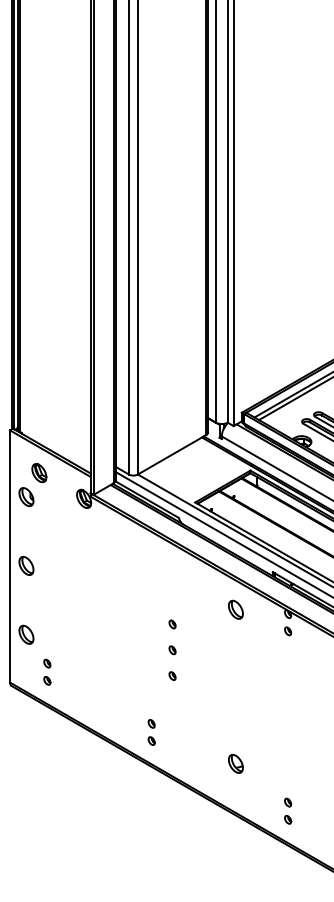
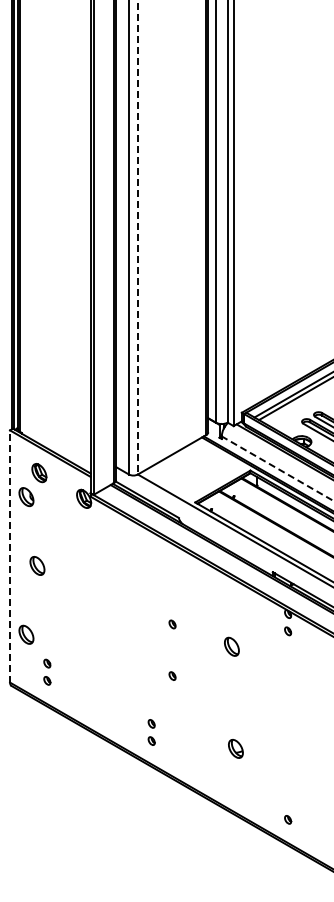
line at (137, 237): solid -> dashed
line at (277, 468): solid -> dashed
line at (223, 533): present -> none
line at (10, 556): solid -> dashed
part at (26, 565) position: (26, 565) -> (37, 565)
part at (235, 609) position: (235, 609) -> (231, 646)
part at (172, 650): present -> none
part at (235, 763) position: (235, 763) -> (235, 748)
part at (288, 802): present -> none
